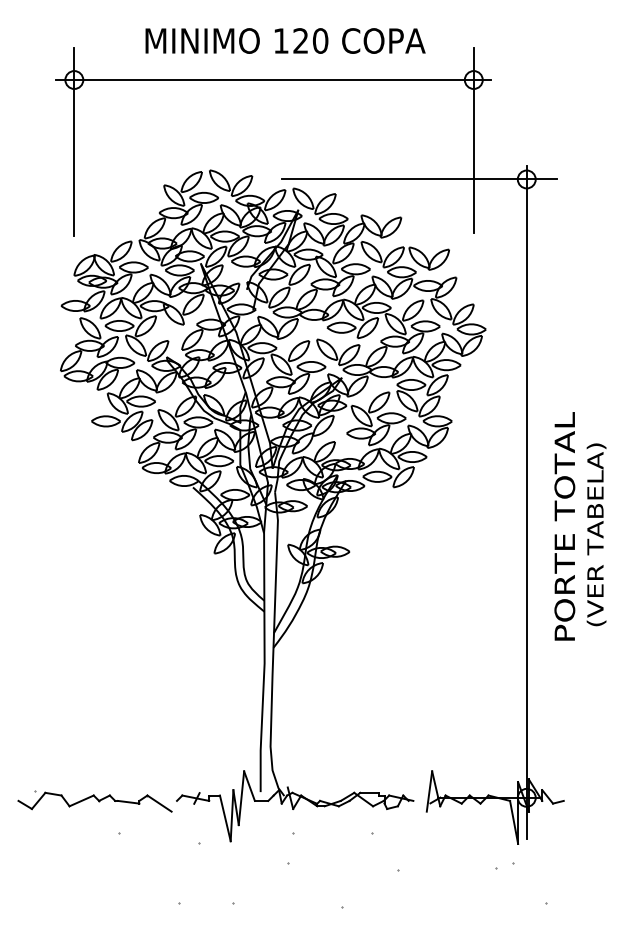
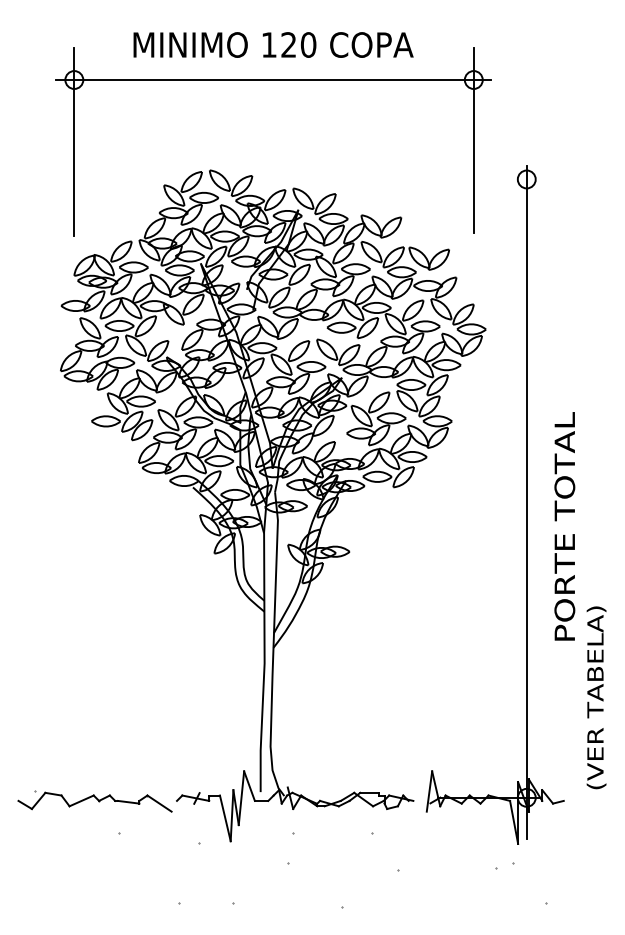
text at (285, 40) position: (285, 40) -> (273, 44)
line at (419, 179): present -> none
text at (596, 534) position: (596, 534) -> (596, 697)
